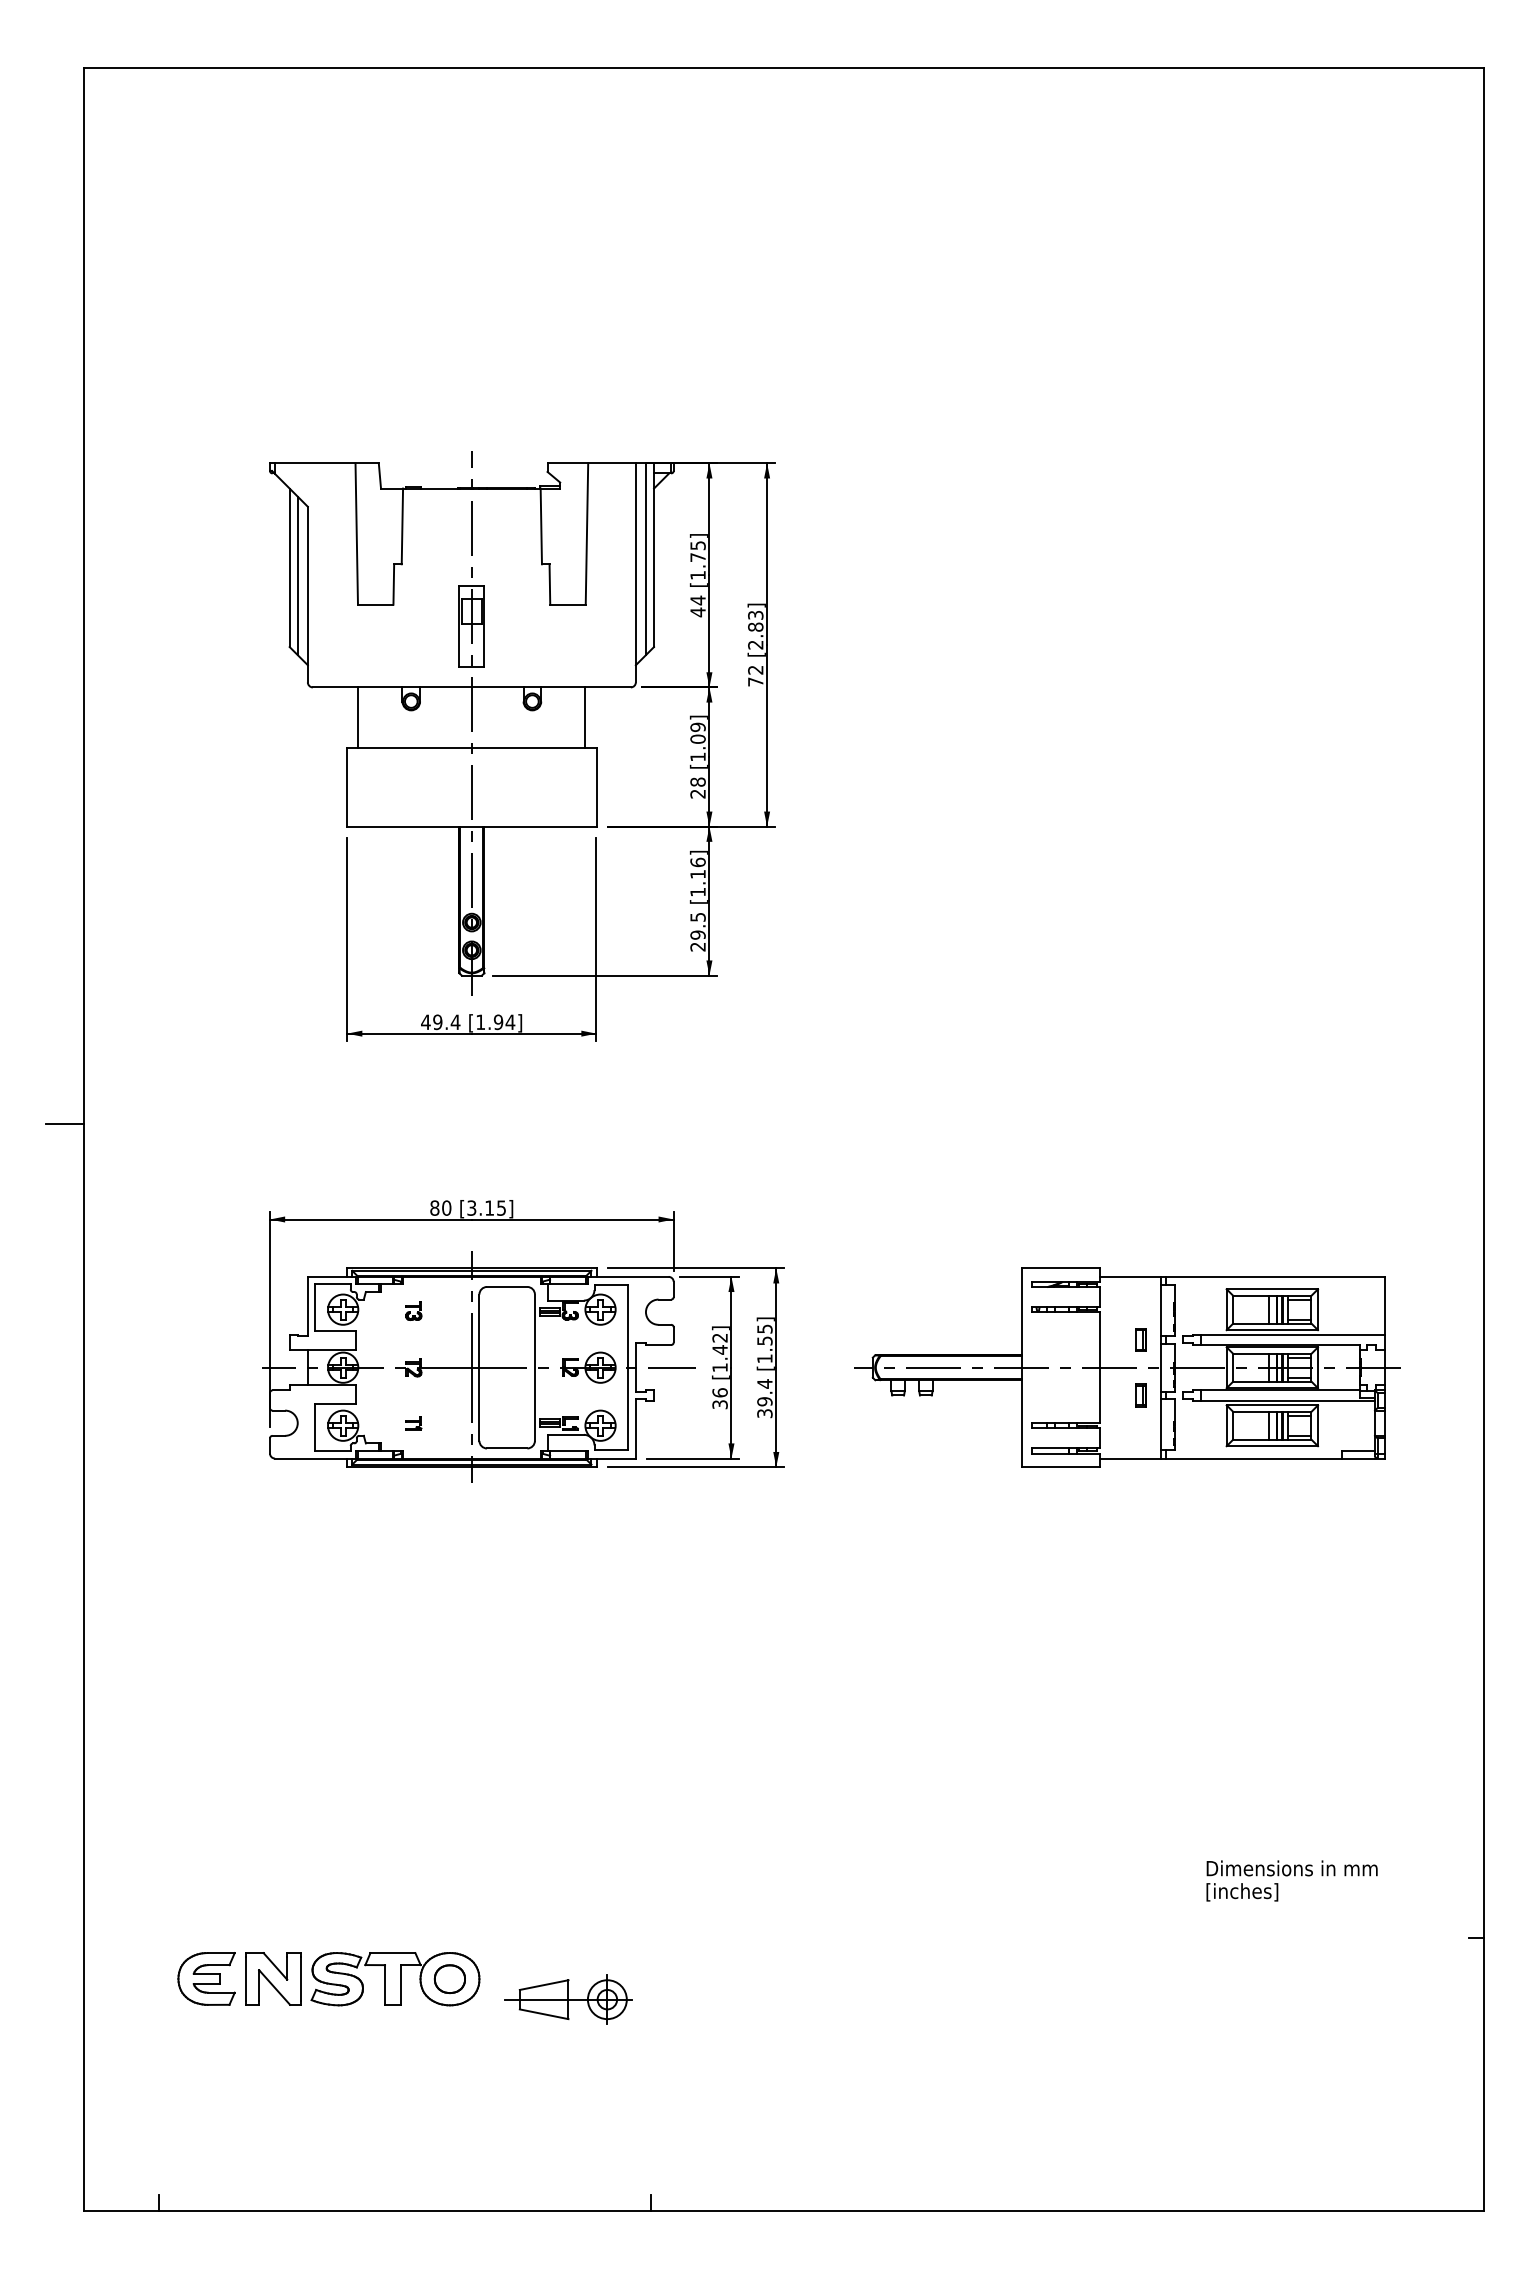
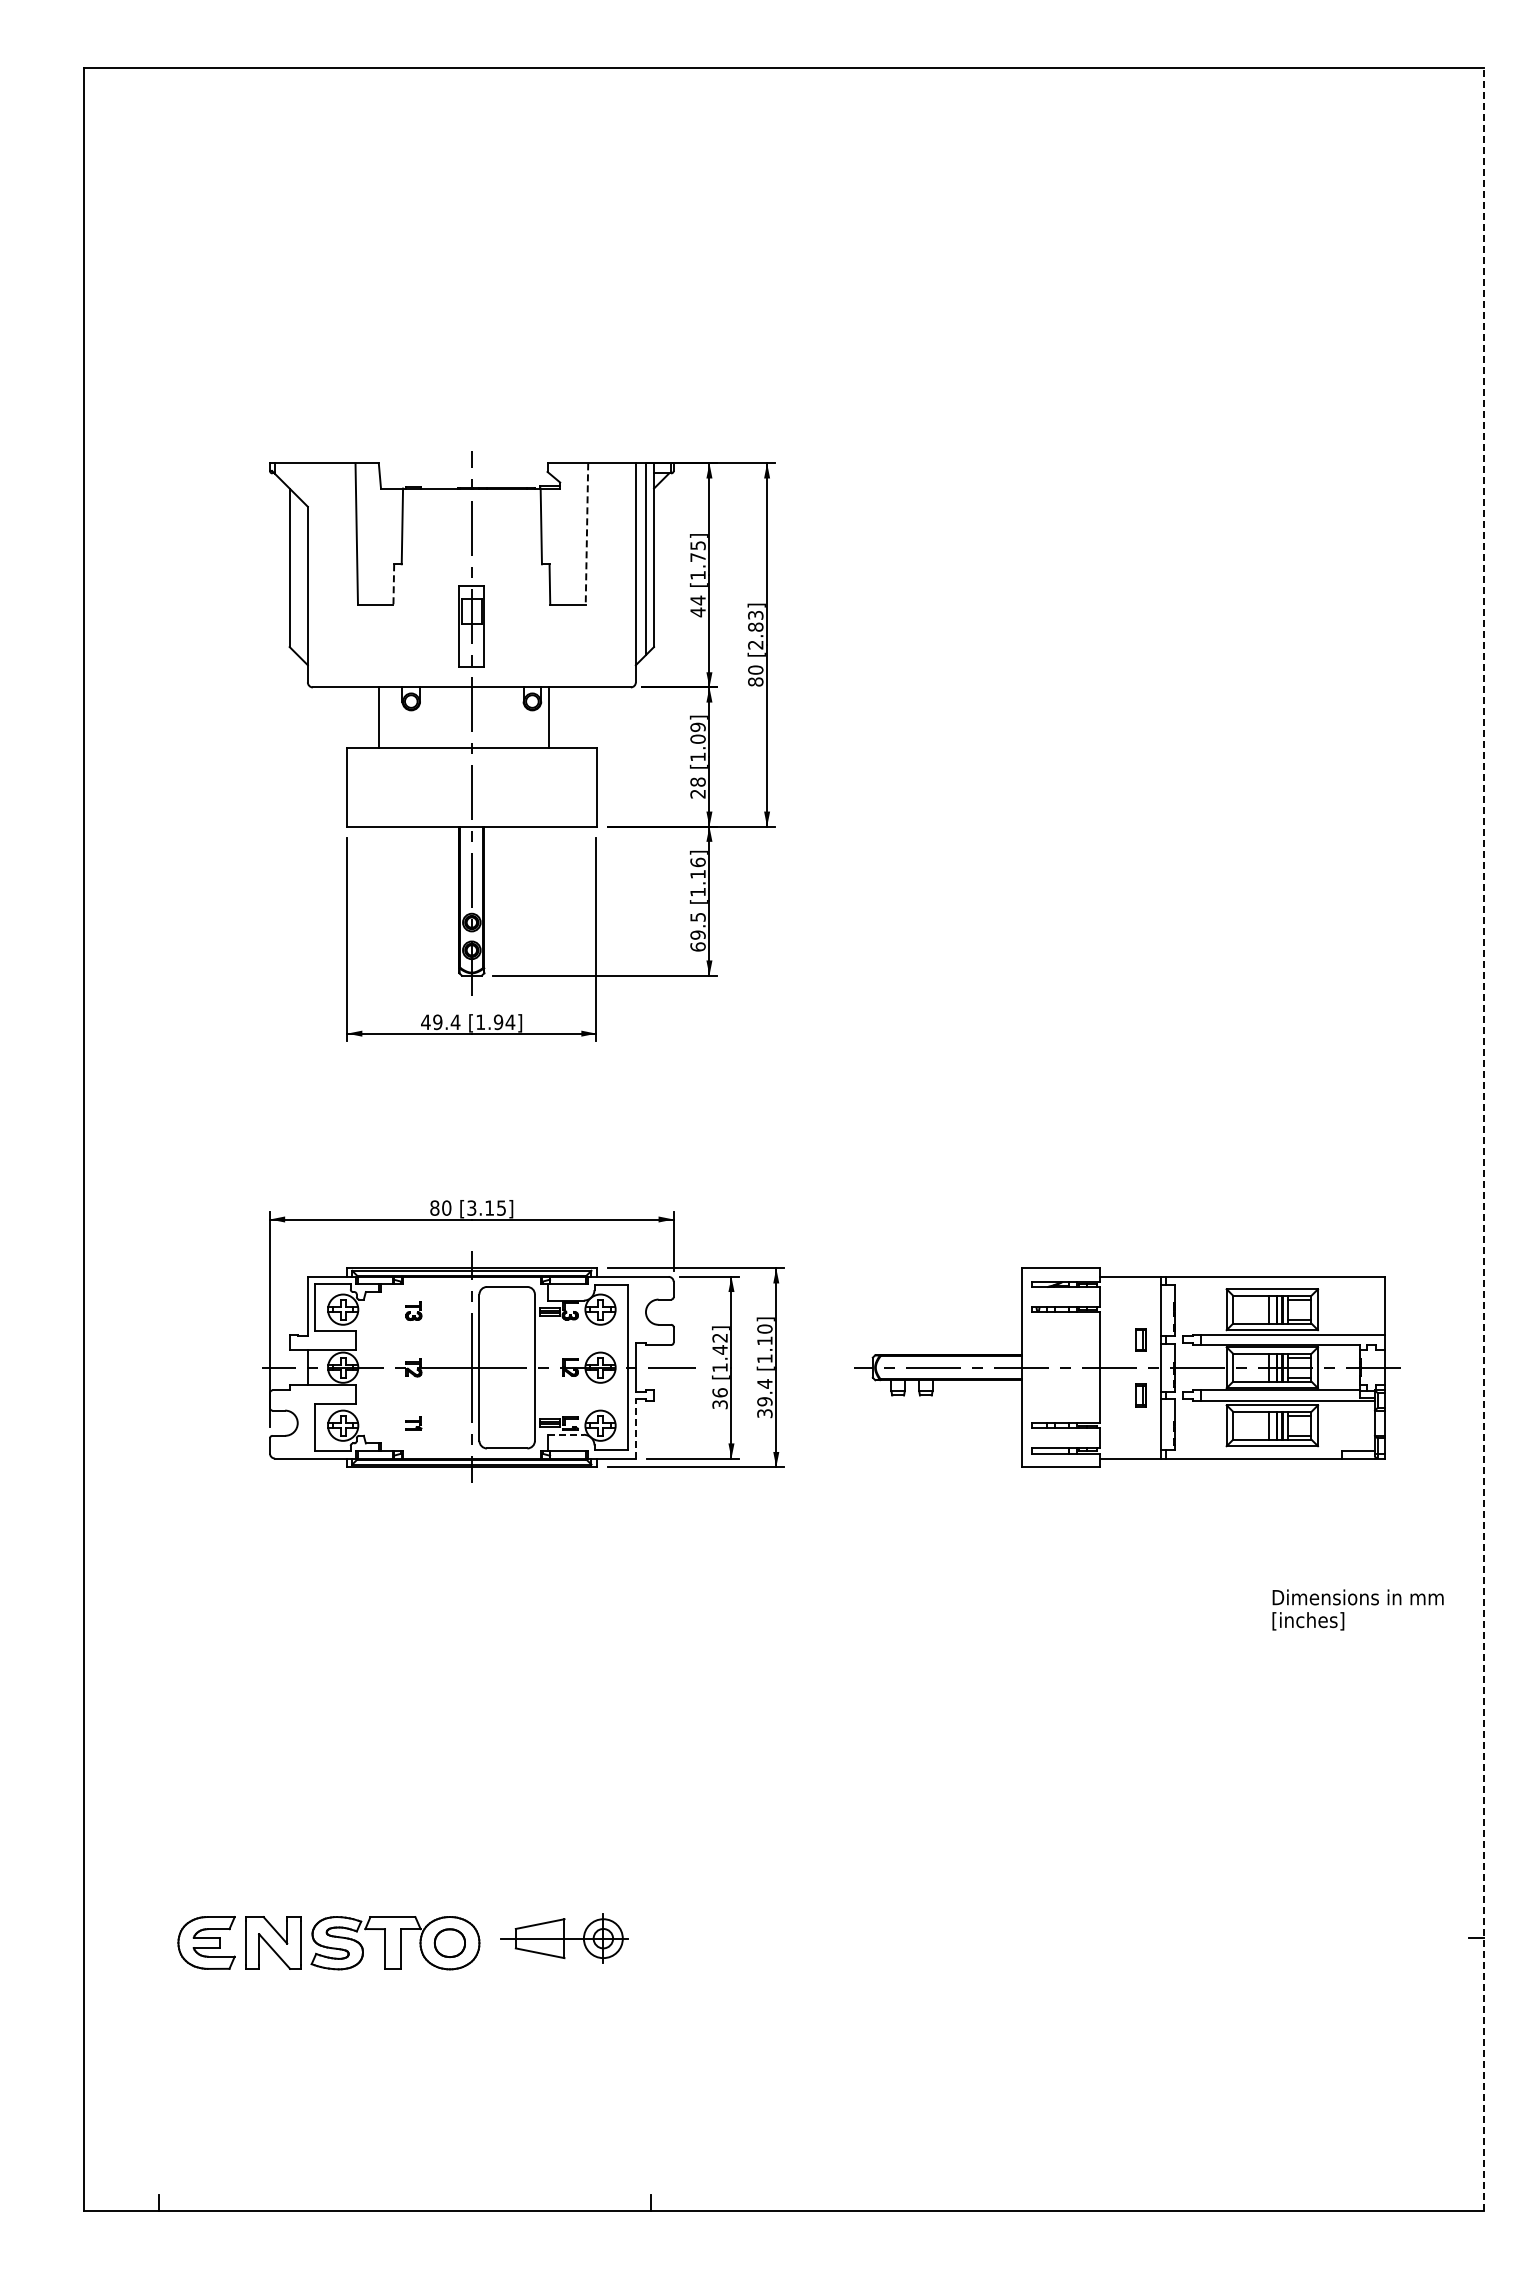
line at (586, 534): solid -> dashed
line at (297, 575): present -> none
line at (393, 584): solid -> dashed
text at (755, 675): 72 -> 80
line at (358, 717) position: (358, 717) -> (379, 717)
line at (585, 717) position: (585, 717) -> (549, 717)
text at (697, 946): 29.5 -> 69.5
line at (64, 1124): present -> none
line at (1484, 1139): solid -> dashed
text at (764, 1334): [1.55] -> [1.10]
line at (635, 1428): solid -> dashed
line at (566, 1434): solid -> dashed
text at (1291, 1880) position: (1291, 1880) -> (1357, 1609)
part at (328, 1979) position: (328, 1979) -> (328, 1943)
part at (568, 1999) position: (568, 1999) -> (564, 1938)
